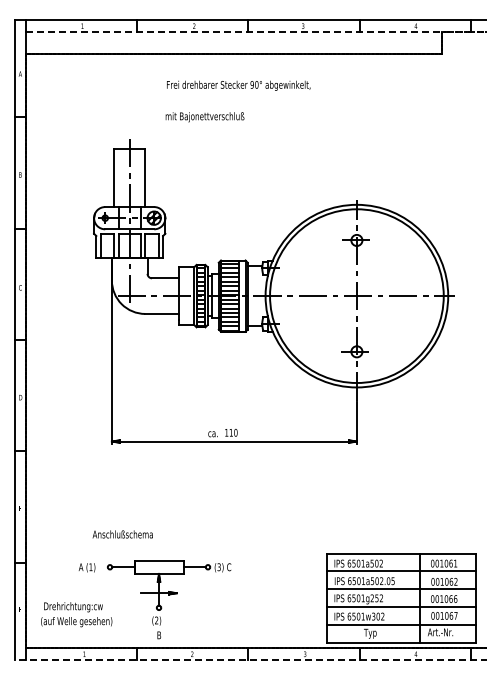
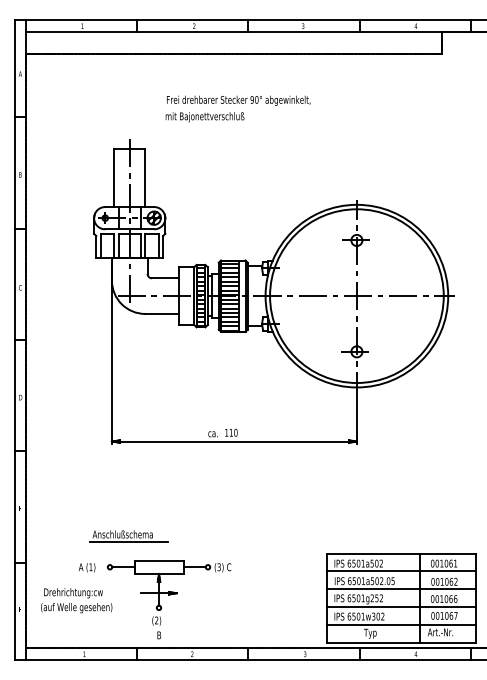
line at (256, 31): dashed -> solid
text at (238, 85) position: (238, 85) -> (238, 100)
line at (129, 542): none -> present
text at (76, 614) position: (76, 614) -> (76, 600)
line at (250, 659): dashed -> solid
